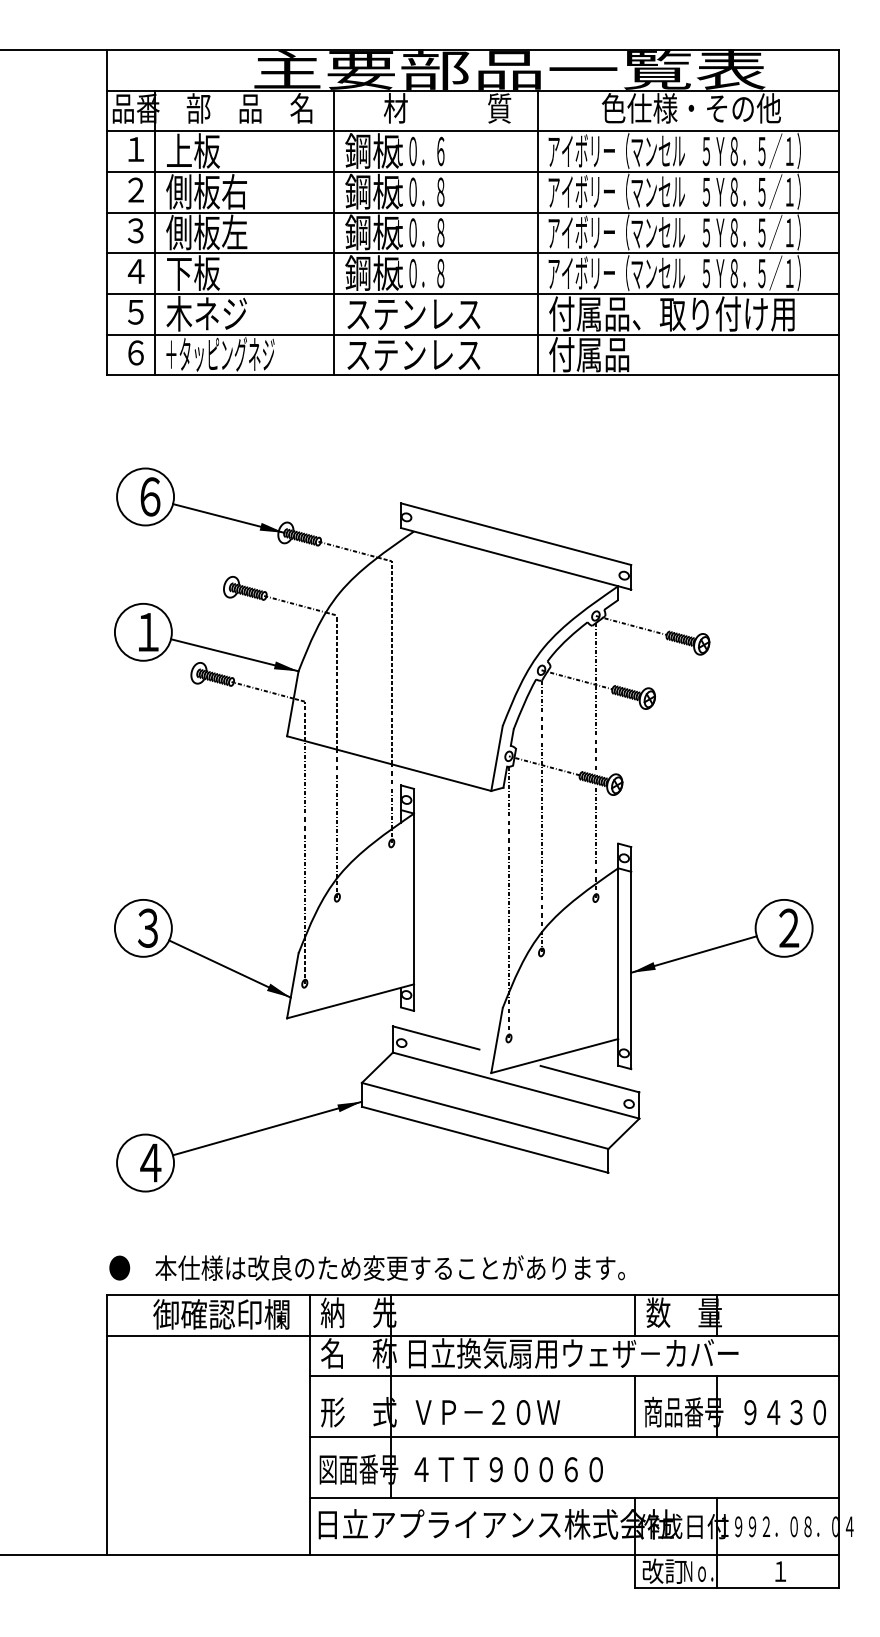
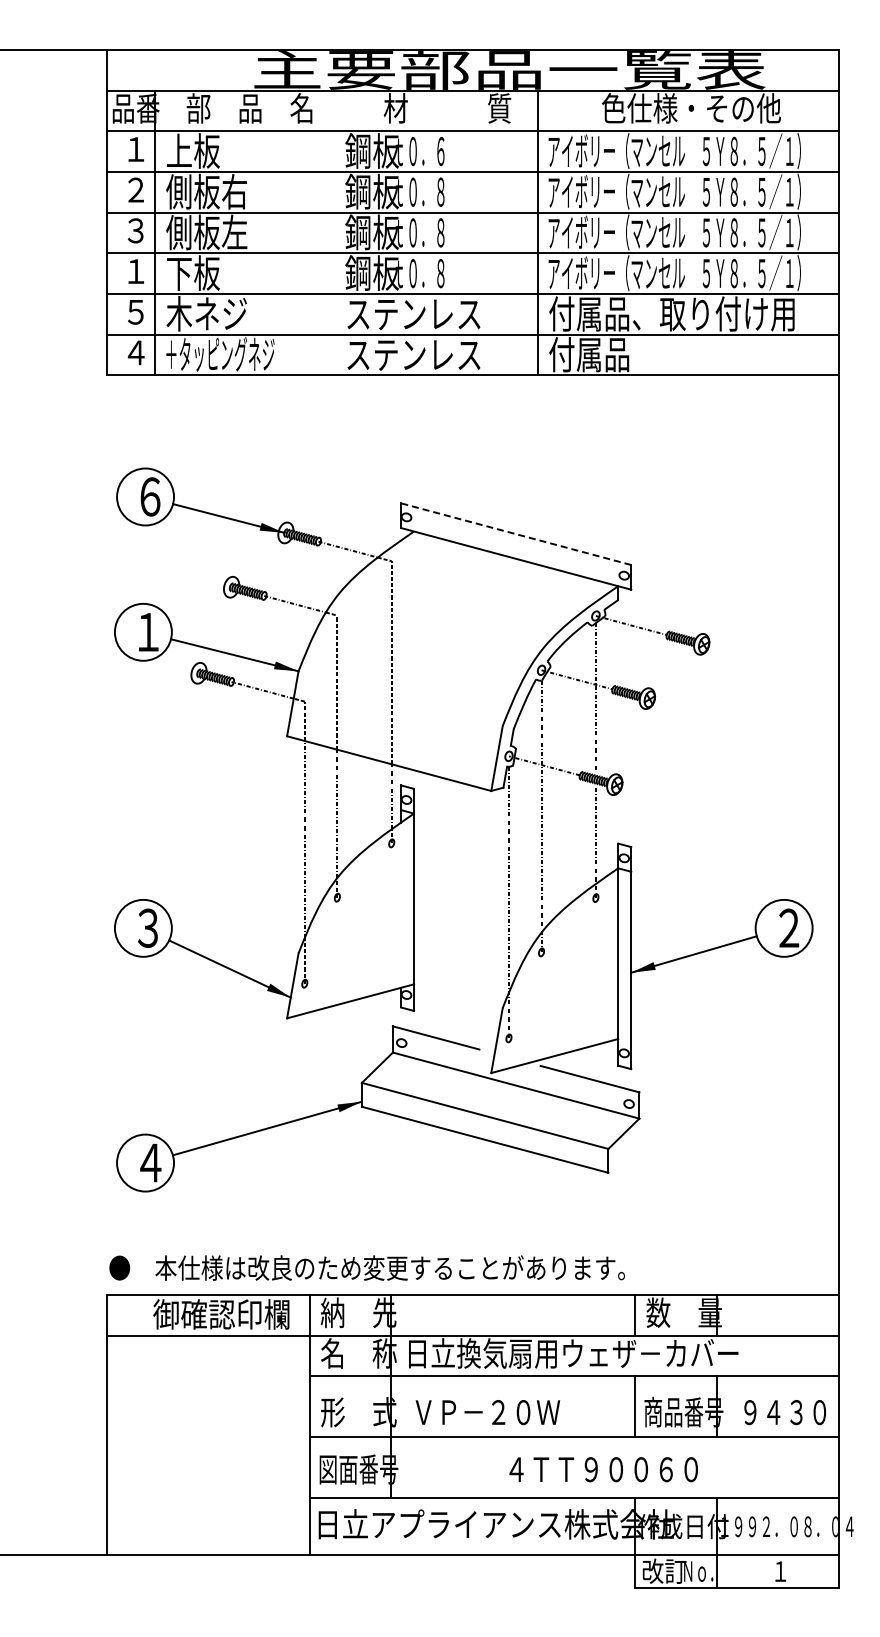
line at (334, 232): present -> none
text at (135, 271): ４ -> １
text at (135, 352): ６ -> ４
line at (515, 534): solid -> dashed
text at (508, 1469) position: (508, 1469) -> (603, 1469)
